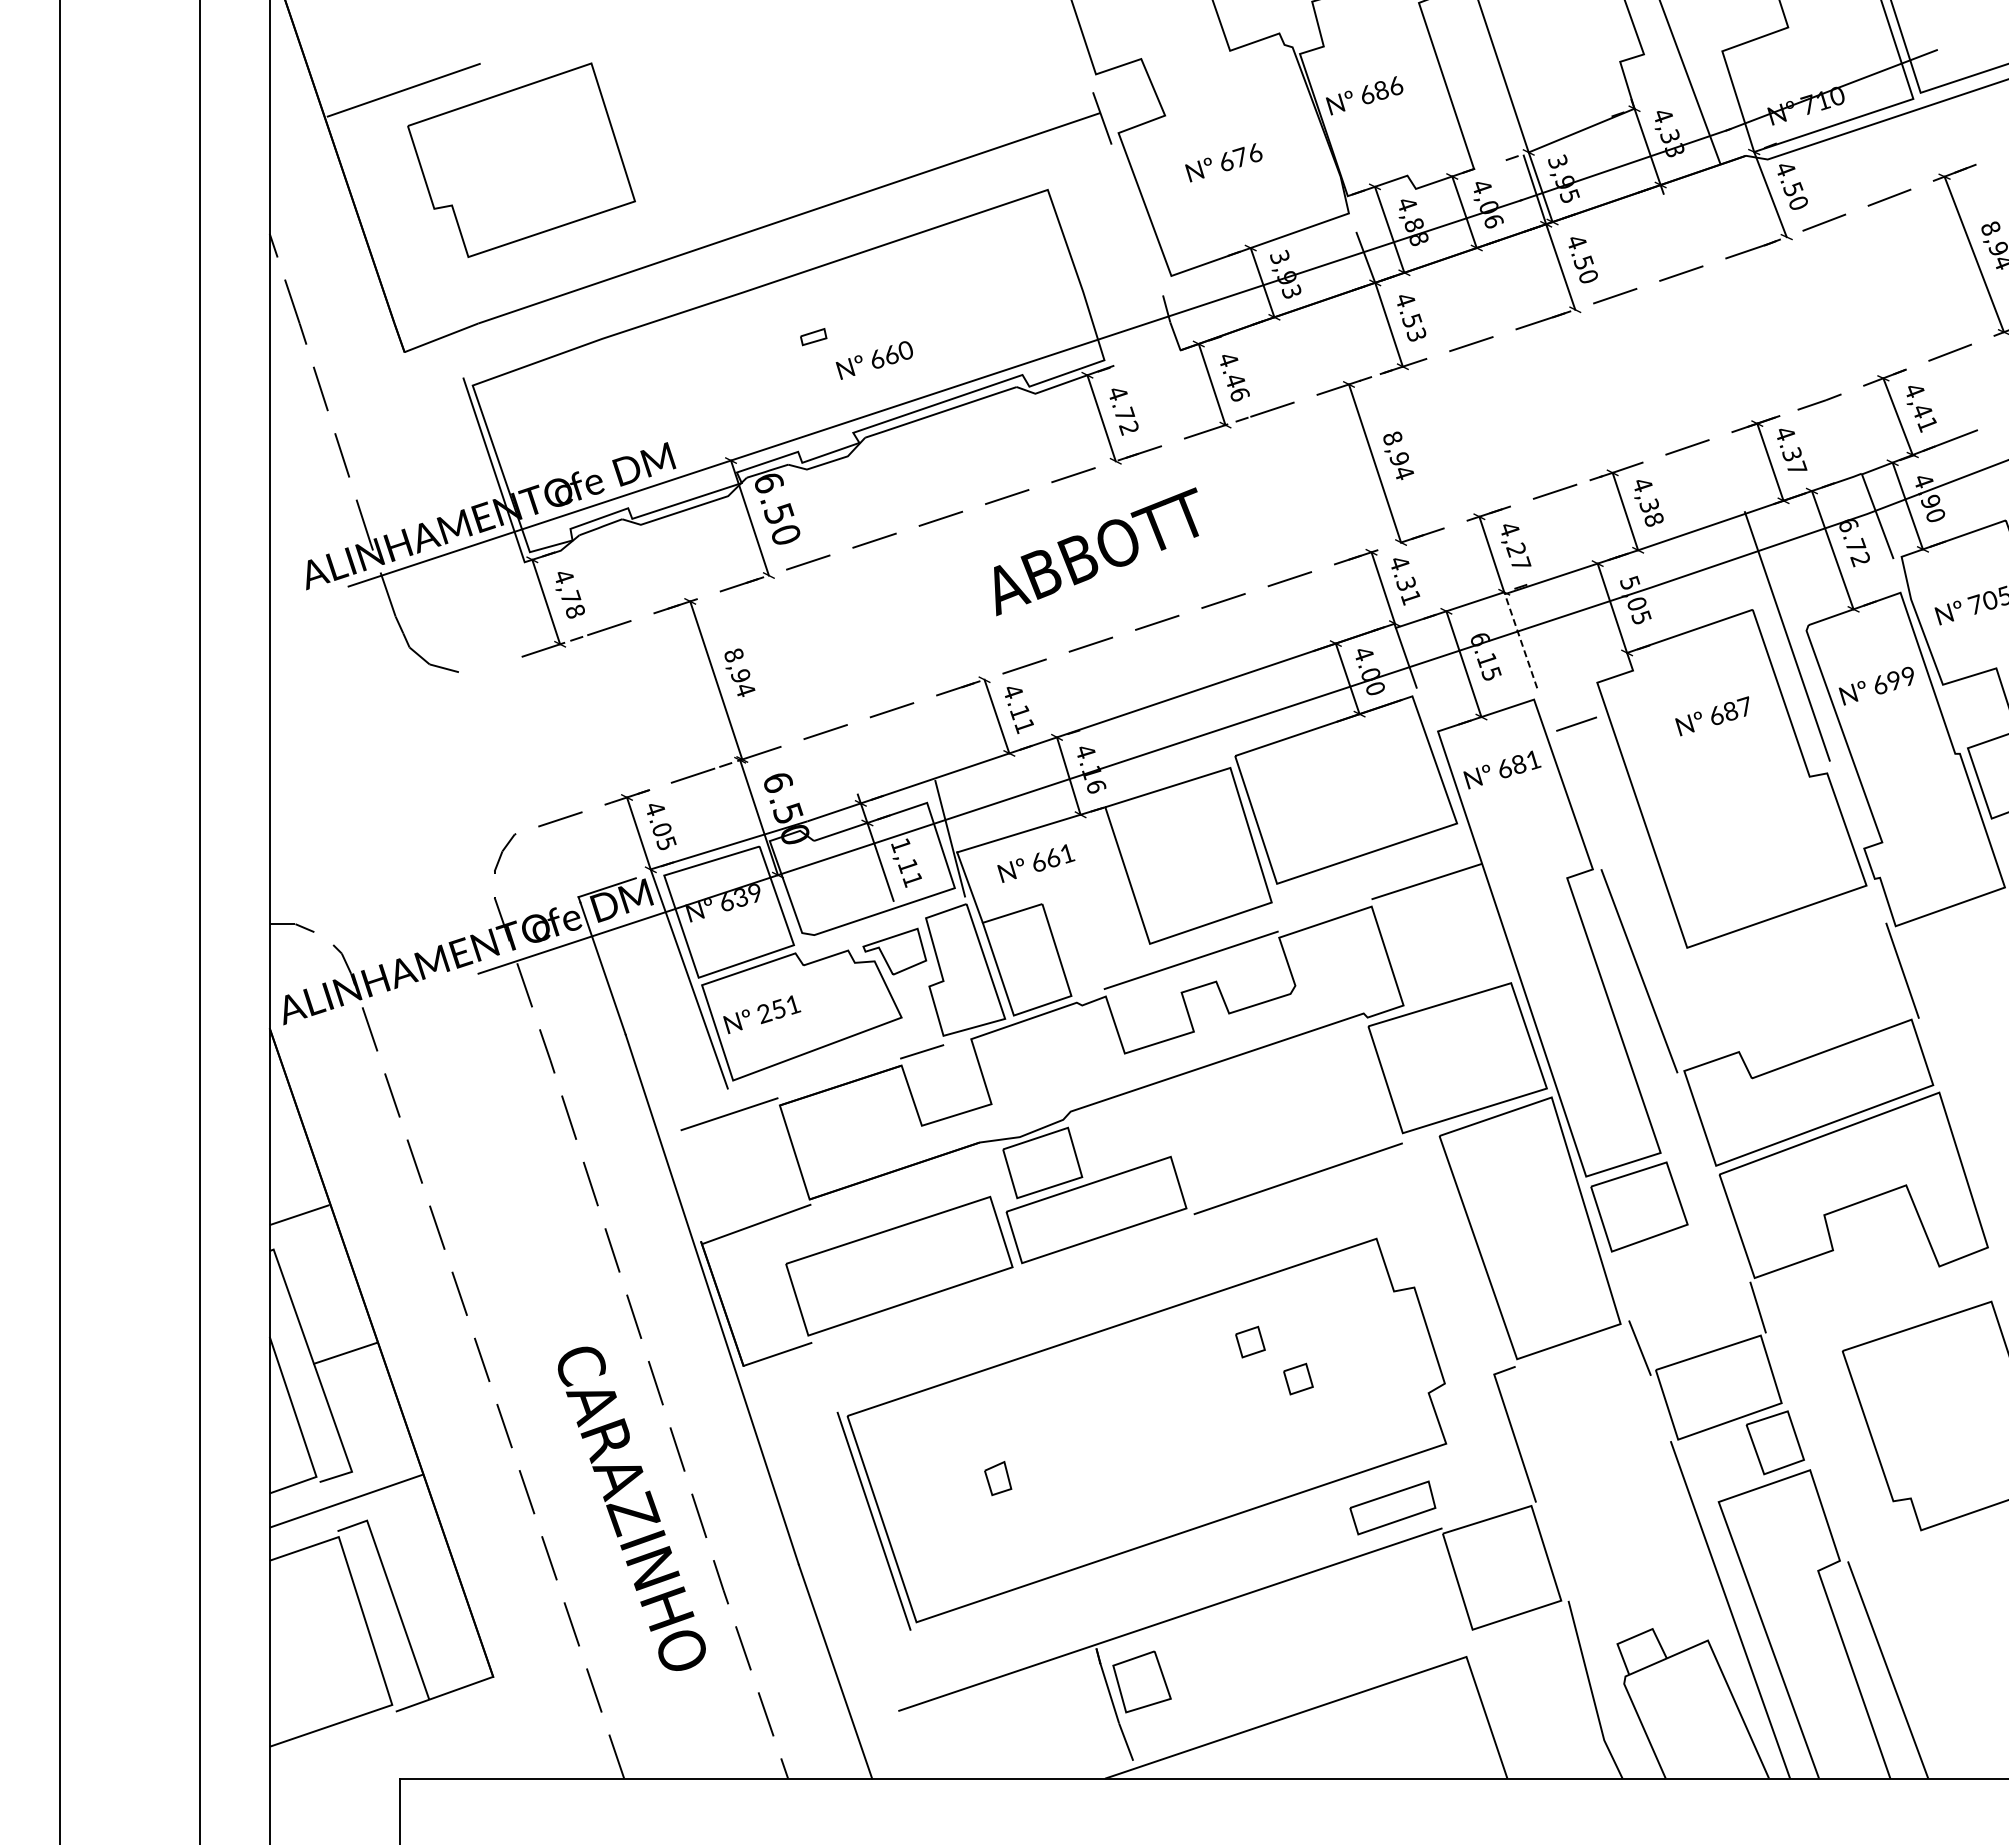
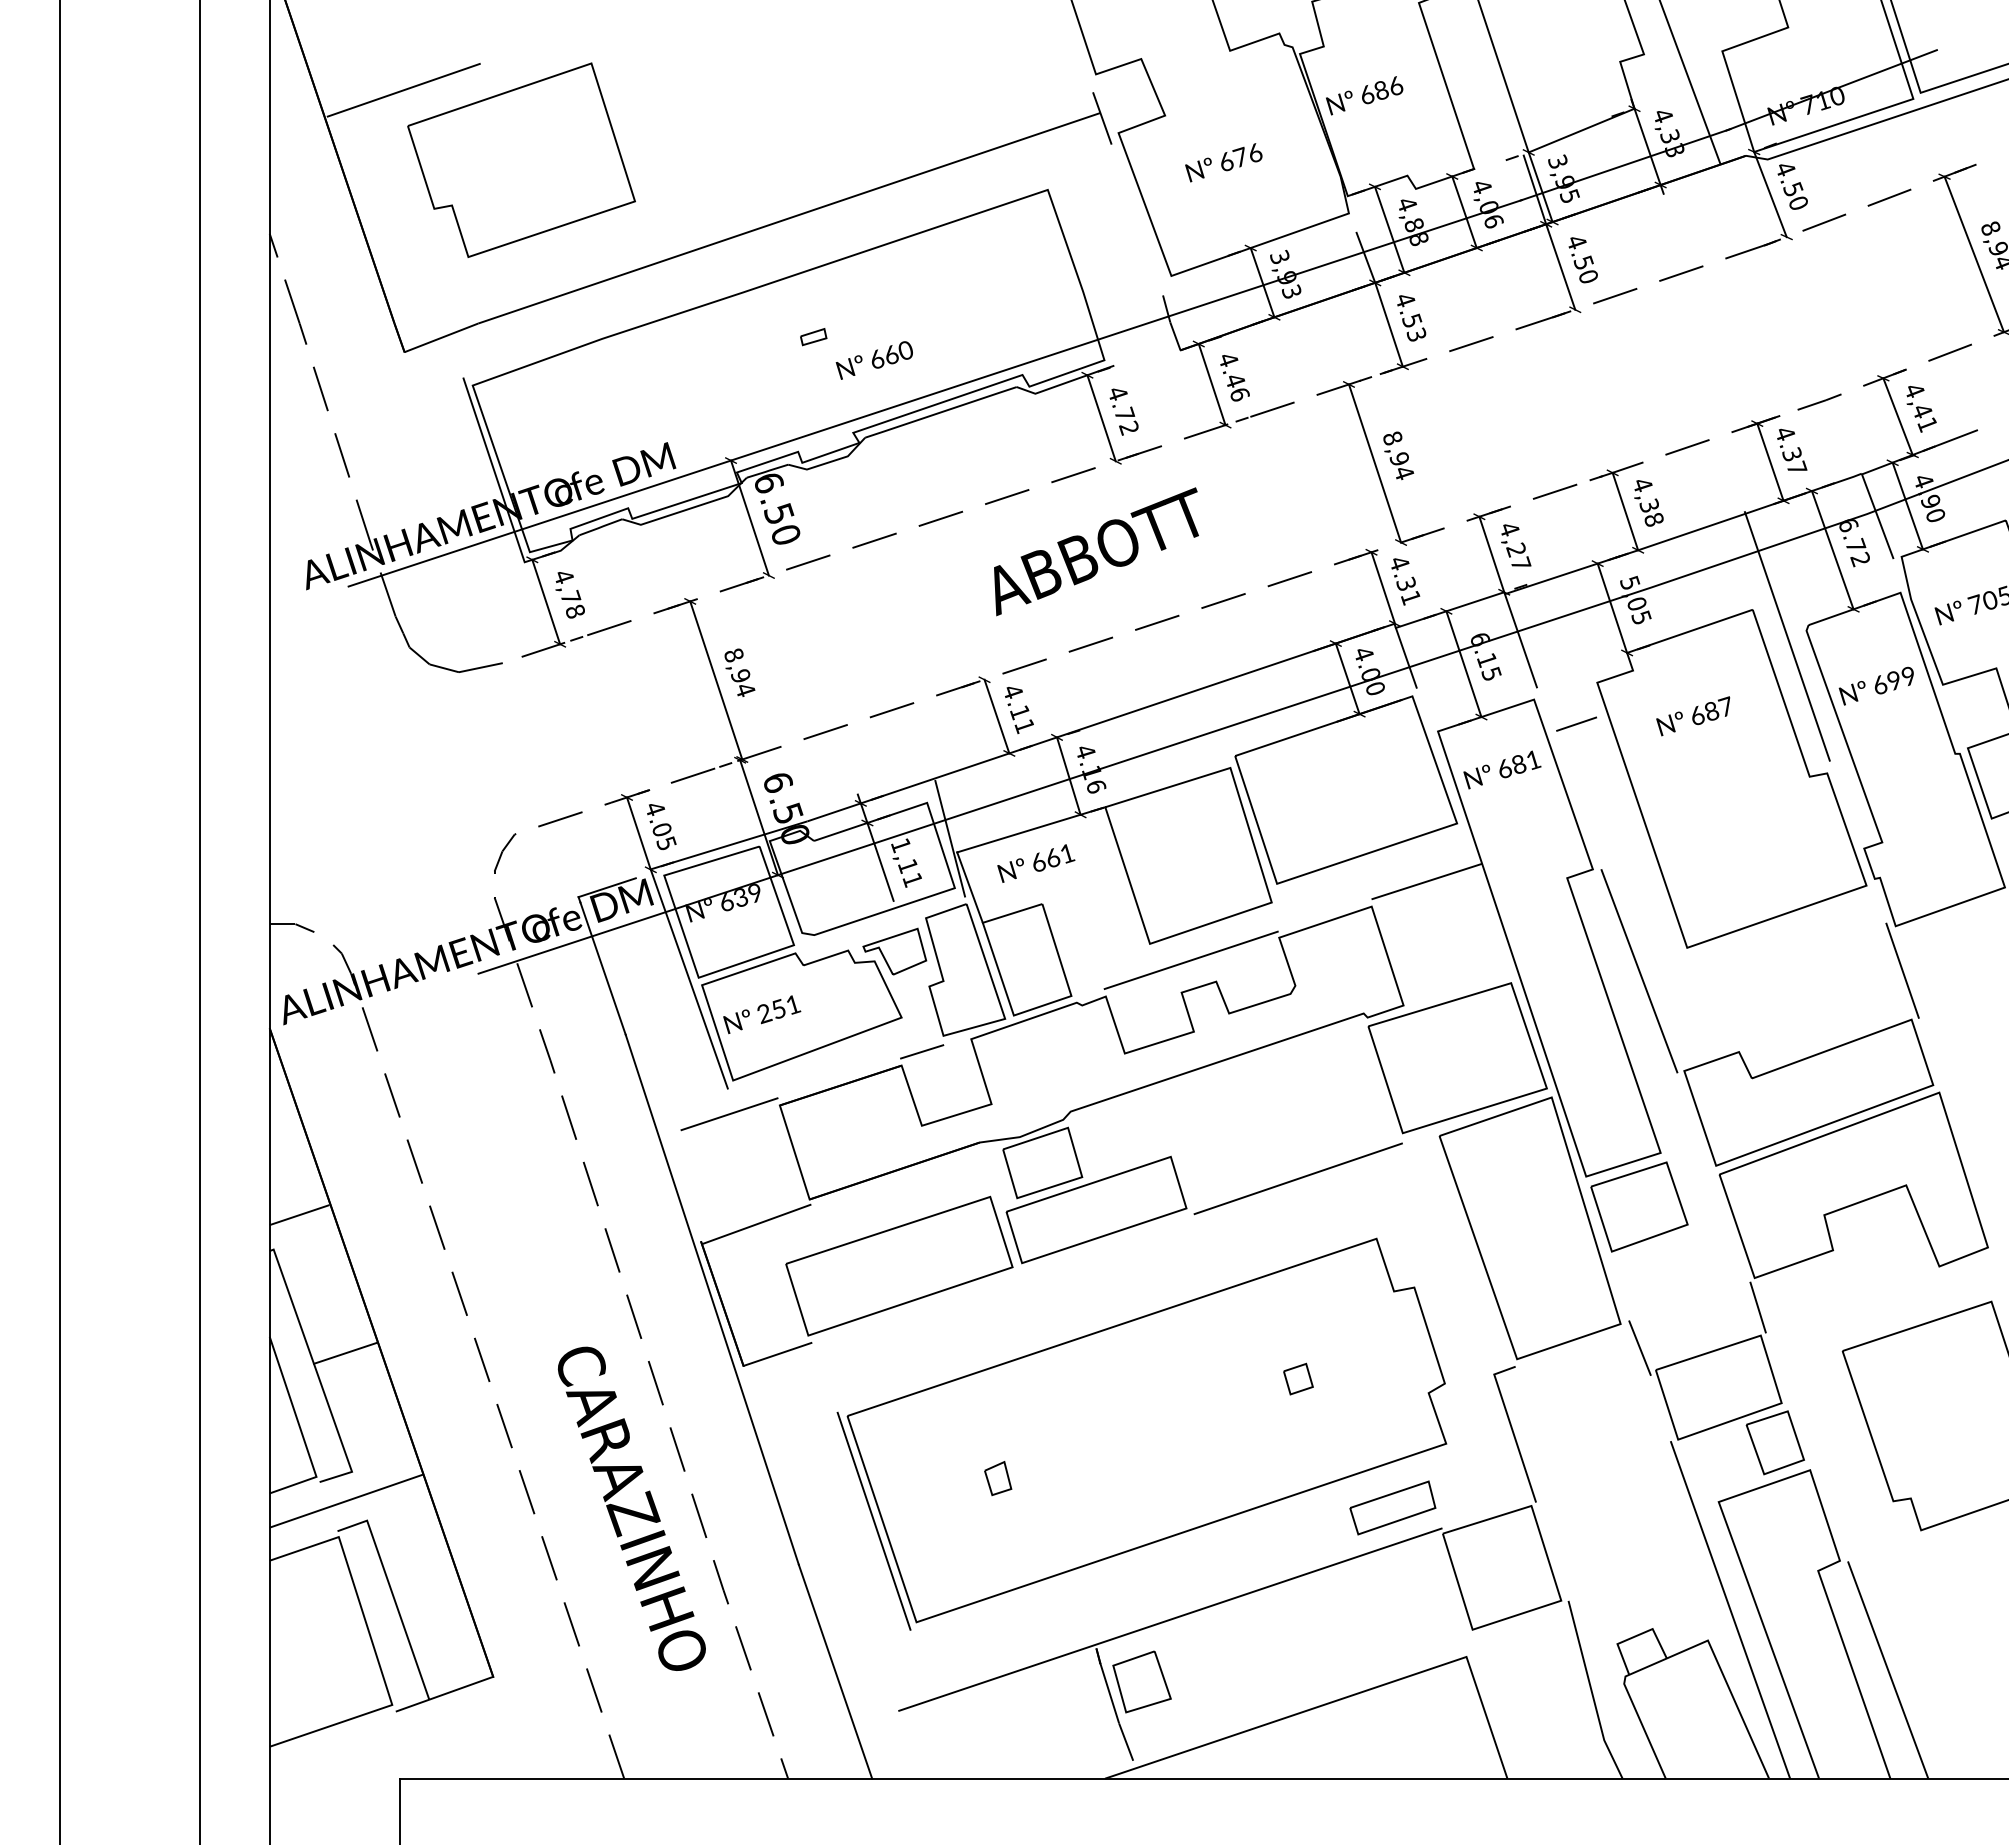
line at (1520, 640): dashed -> solid
line at (480, 667): none -> present
text at (1712, 716) position: (1712, 716) -> (1693, 716)
part at (1250, 1341): present -> none
